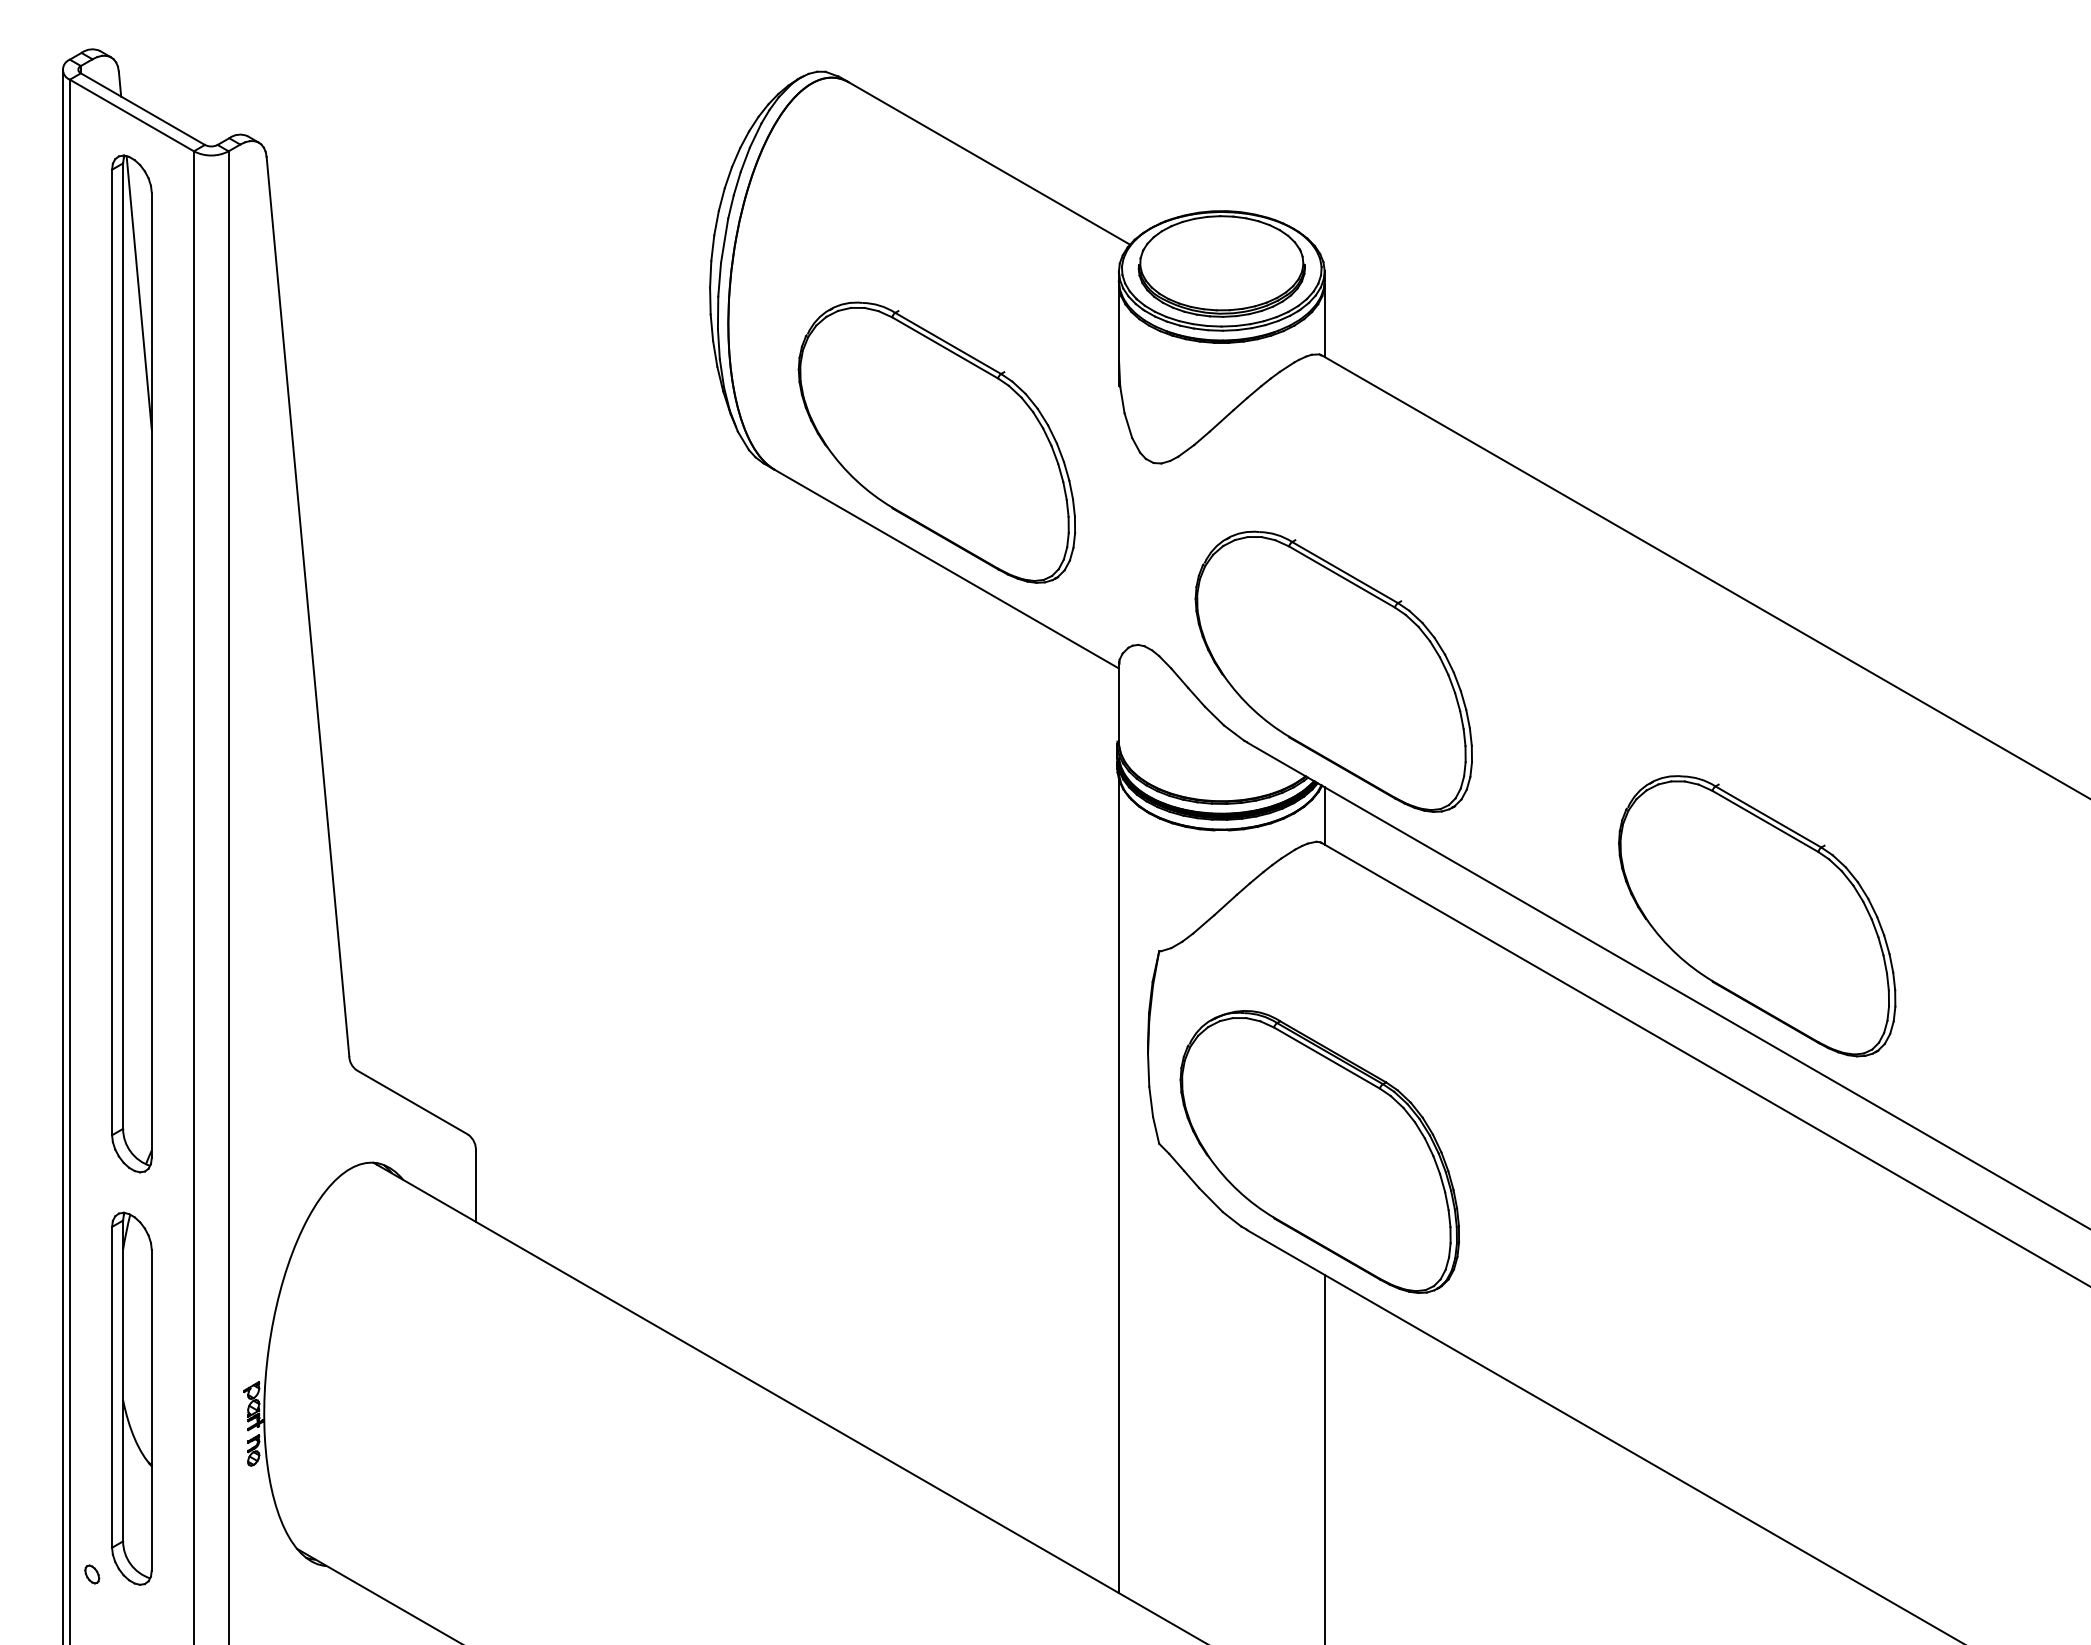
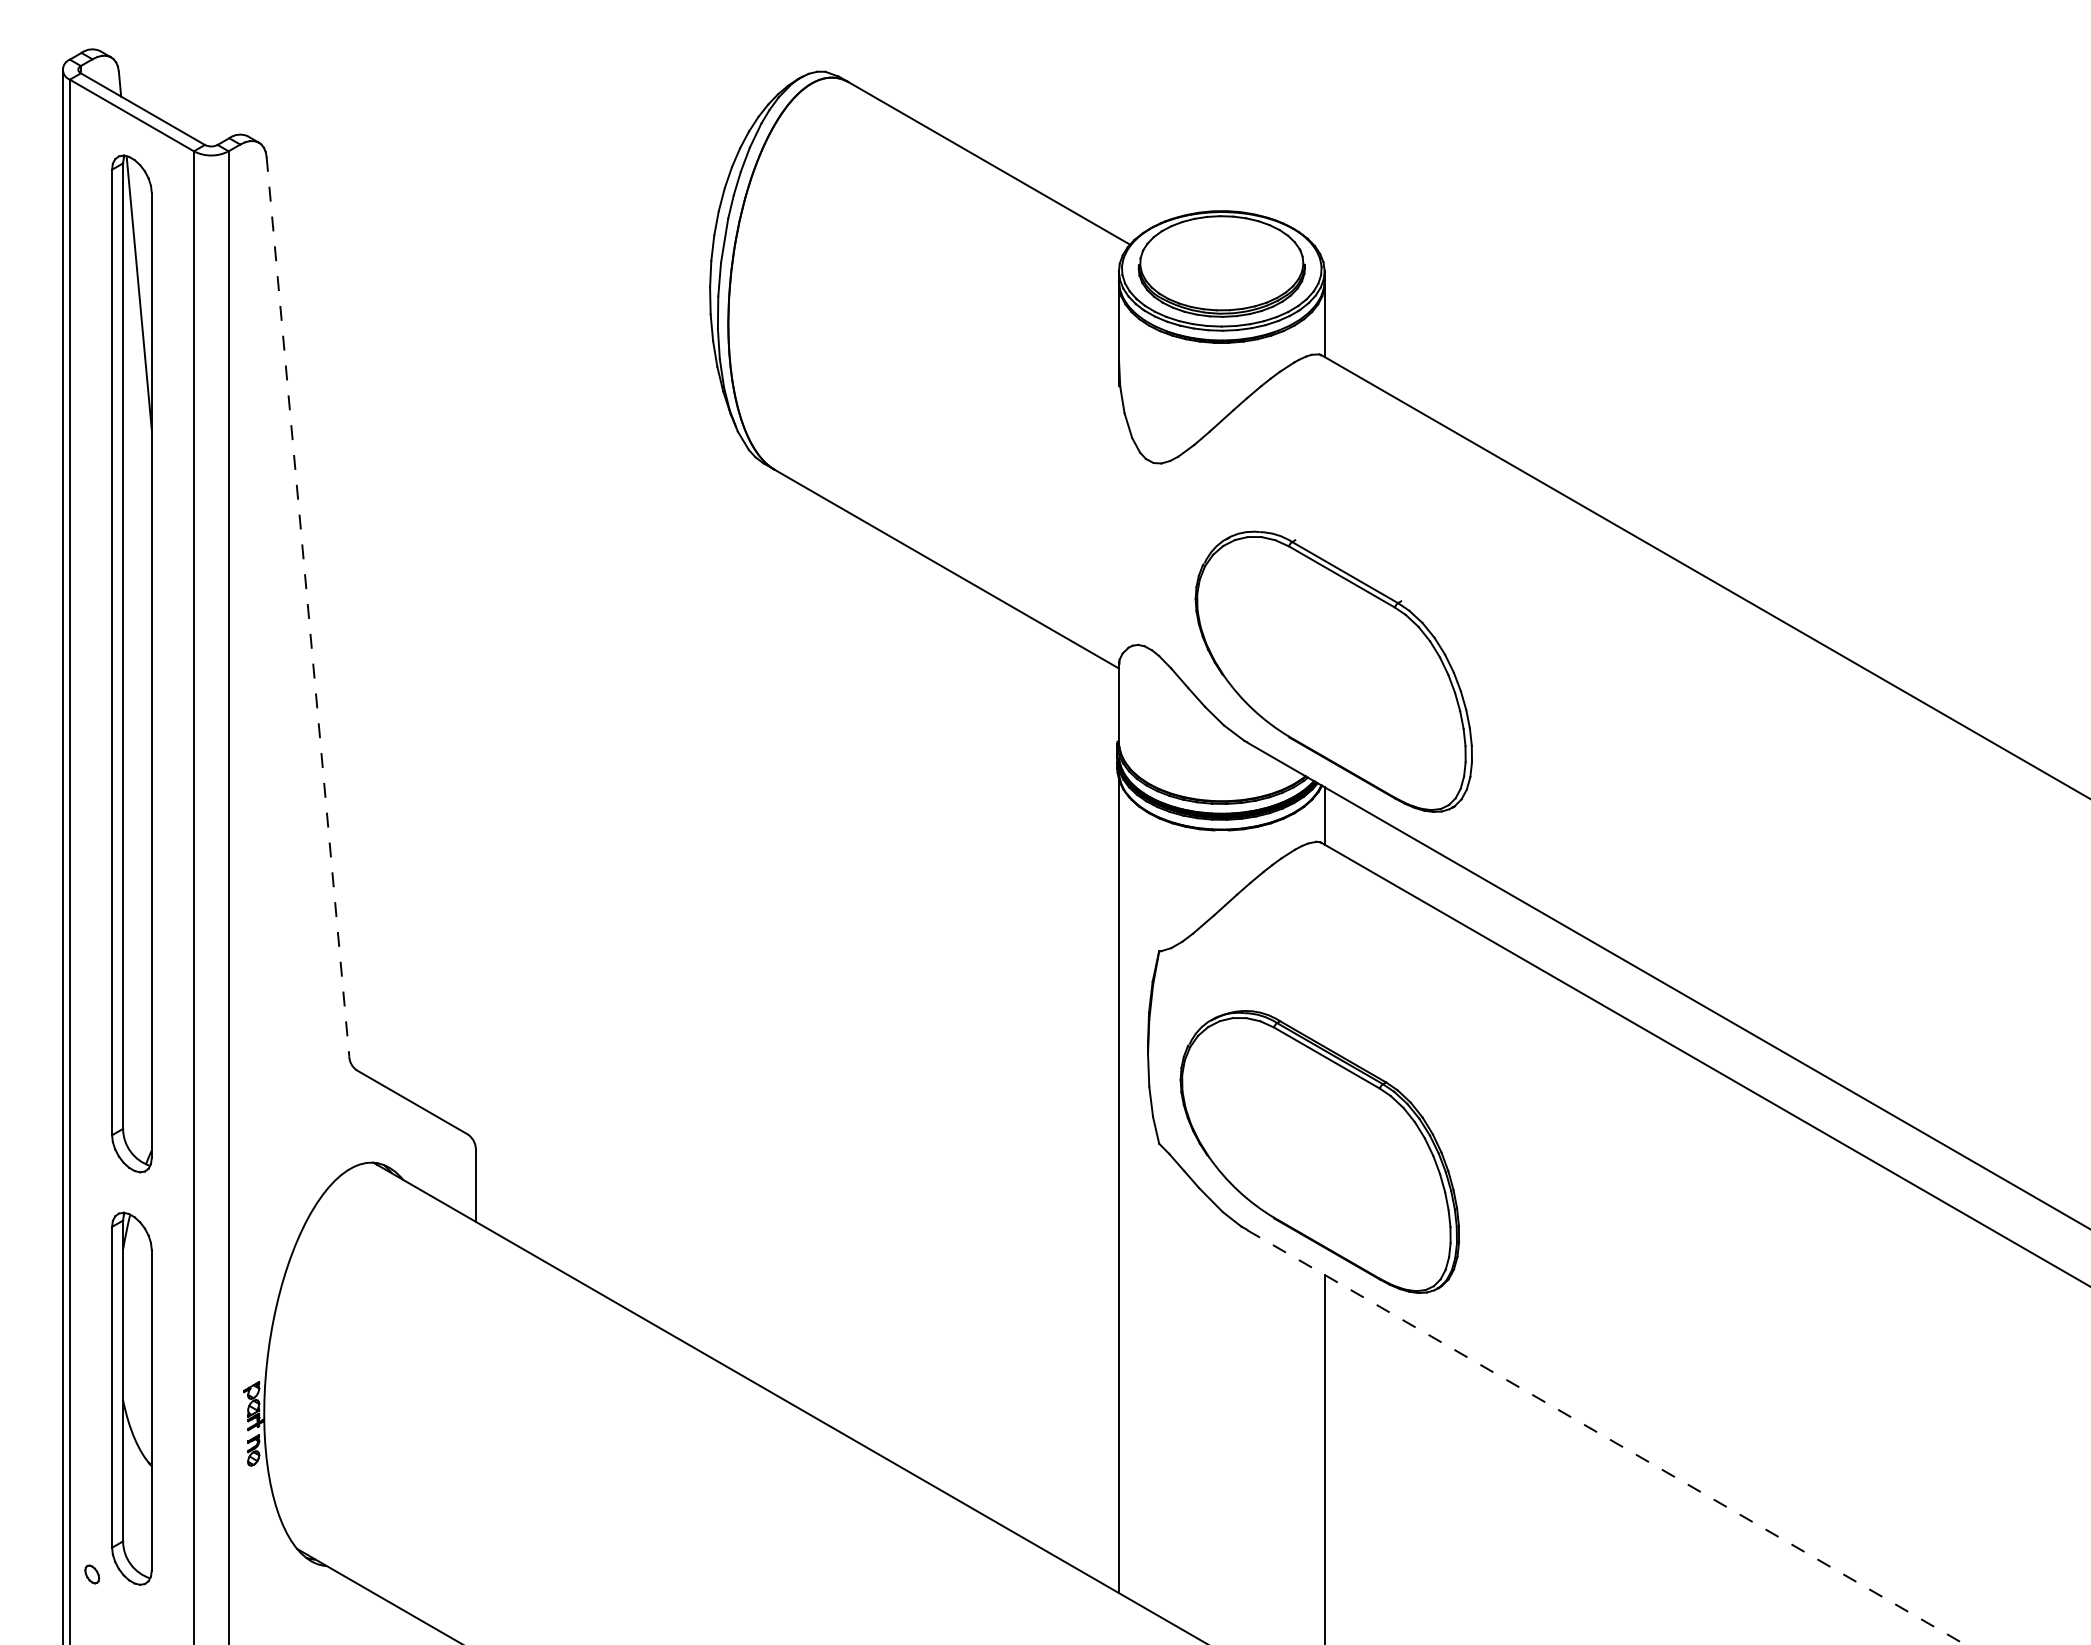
part at (936, 442): present -> none
line at (307, 606): solid -> dashed
part at (1757, 916): present -> none
line at (1606, 1437): solid -> dashed
